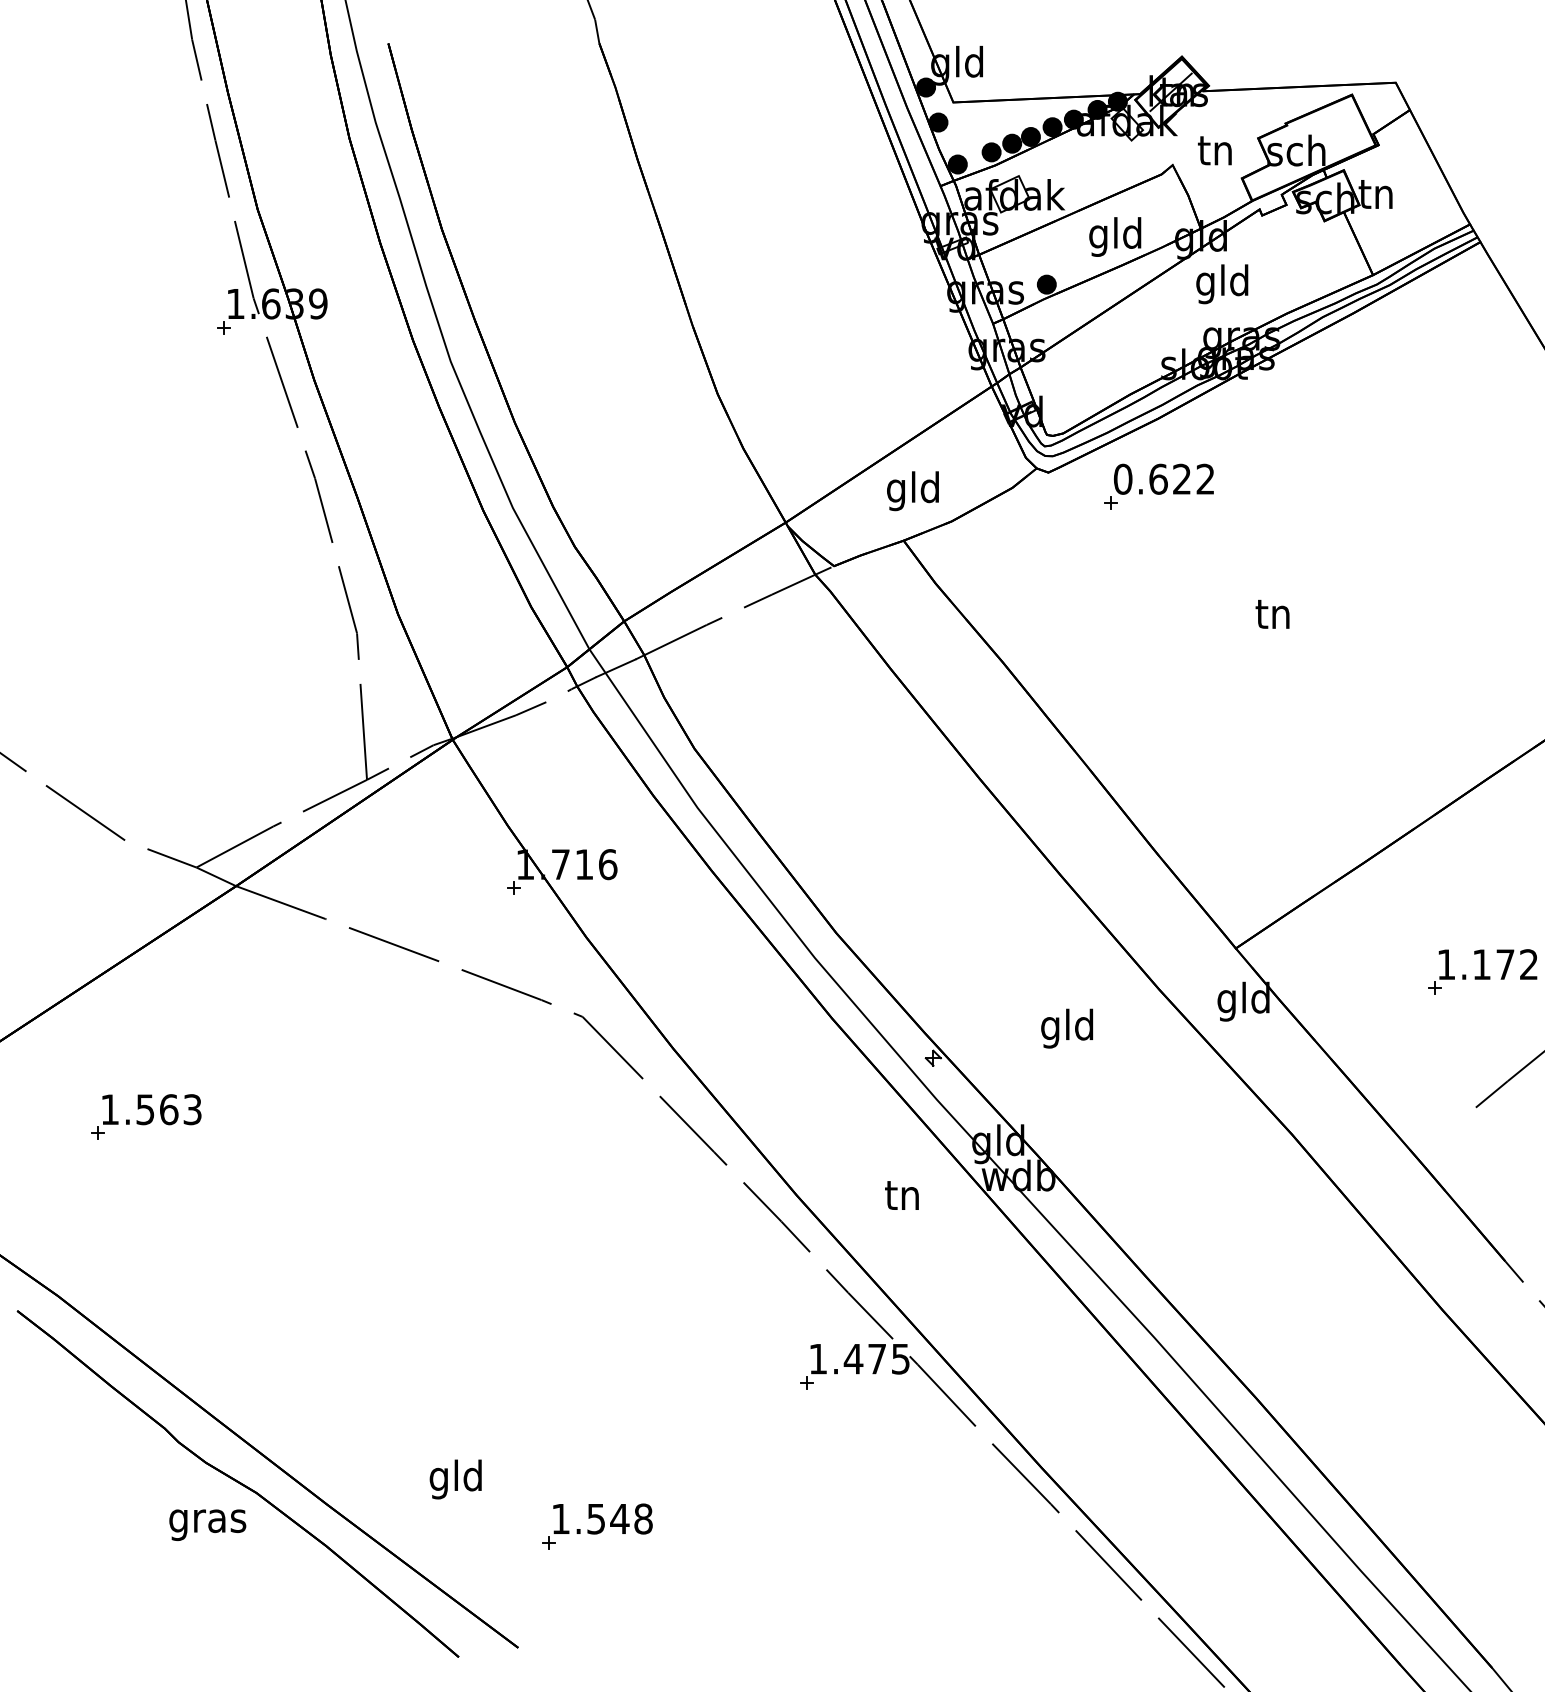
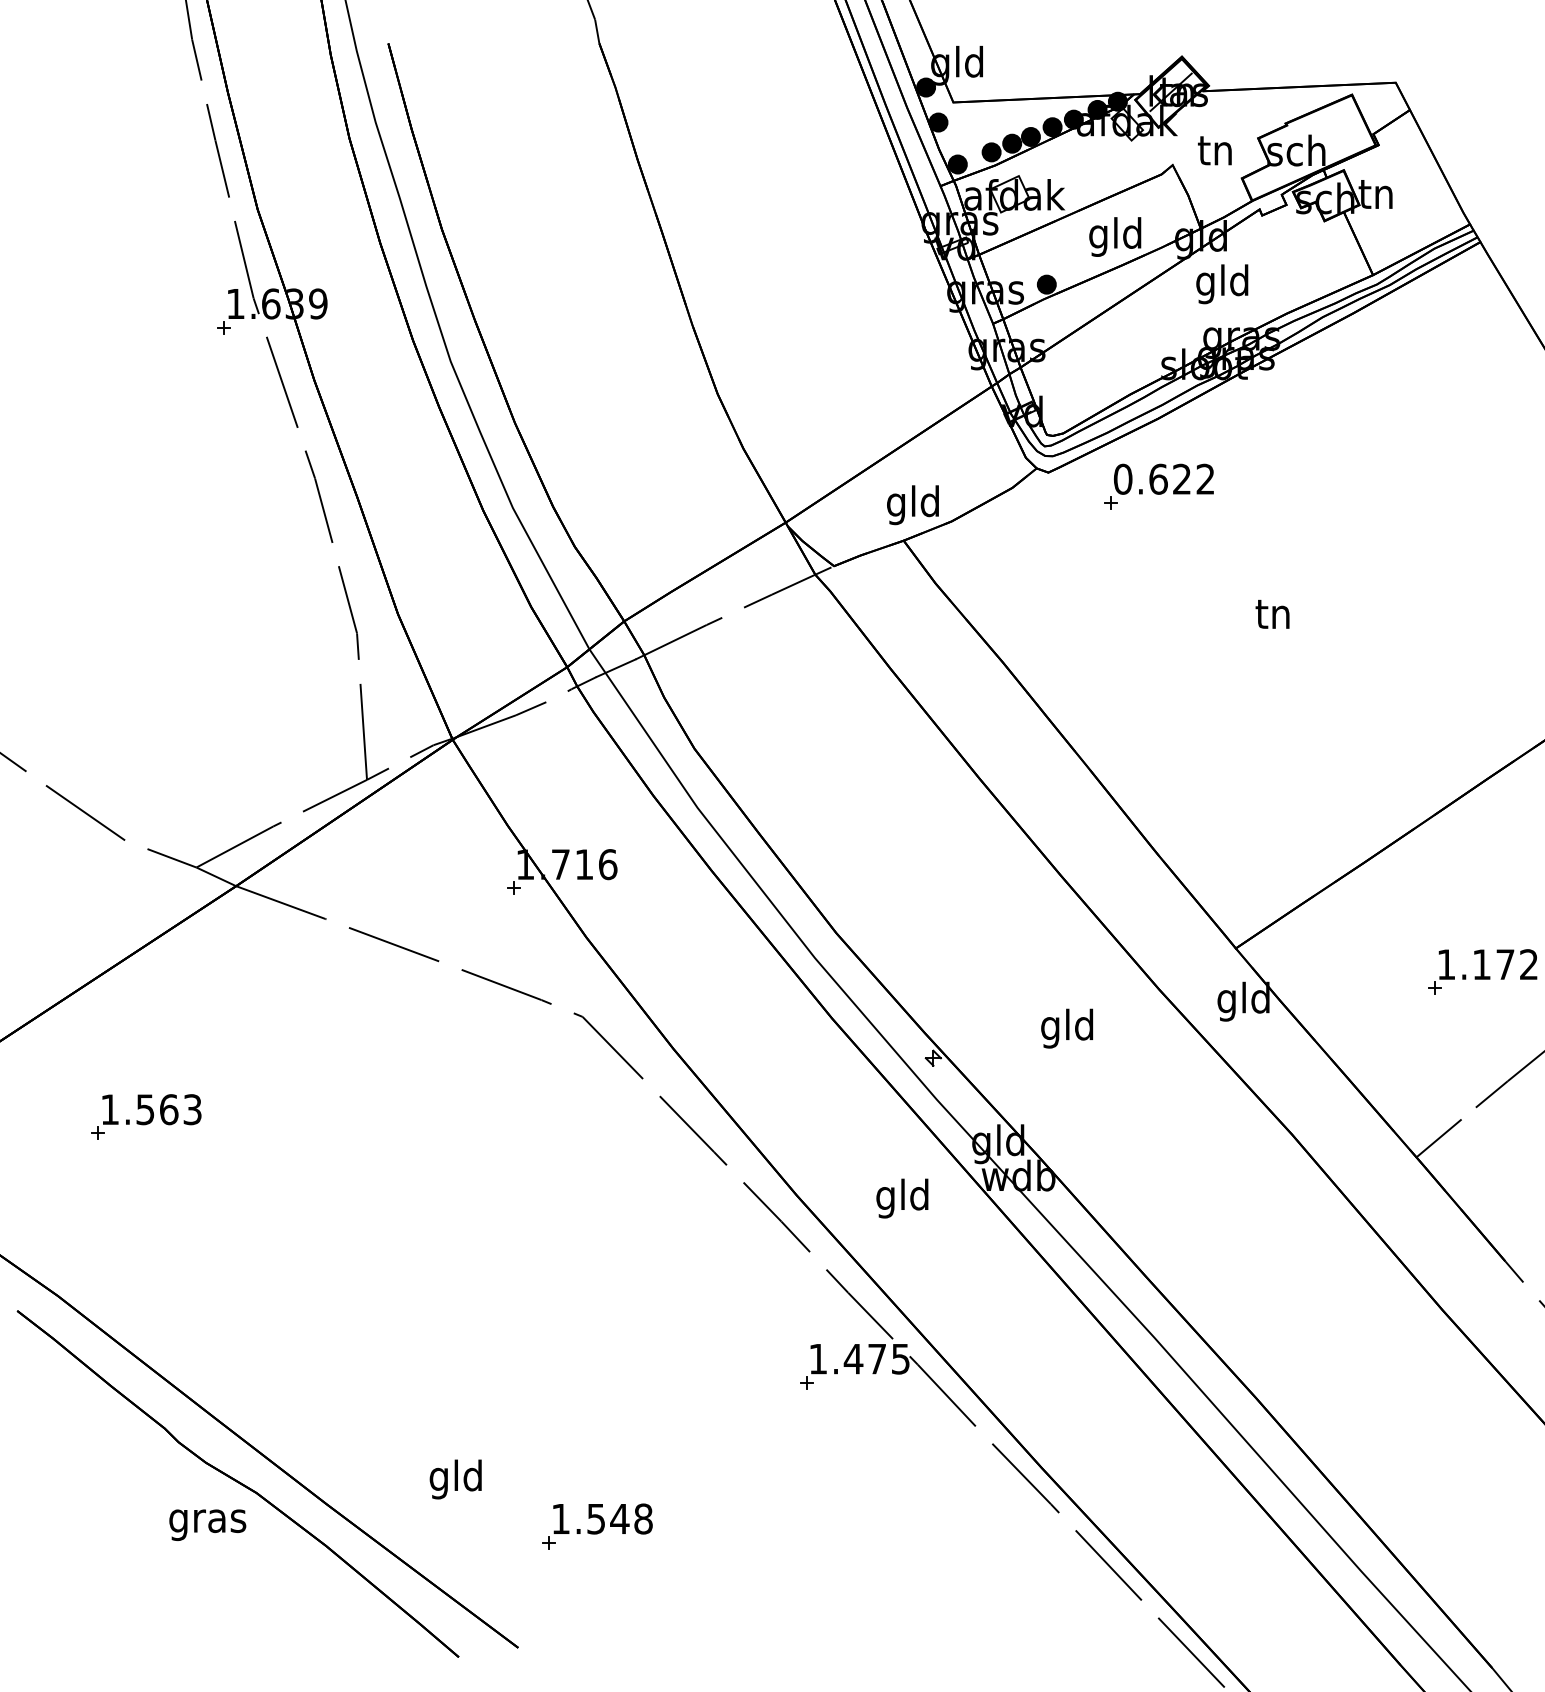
text at (912, 491) position: (912, 491) -> (912, 505)
line at (1438, 1138): none -> present
text at (902, 1198): tn -> gld
